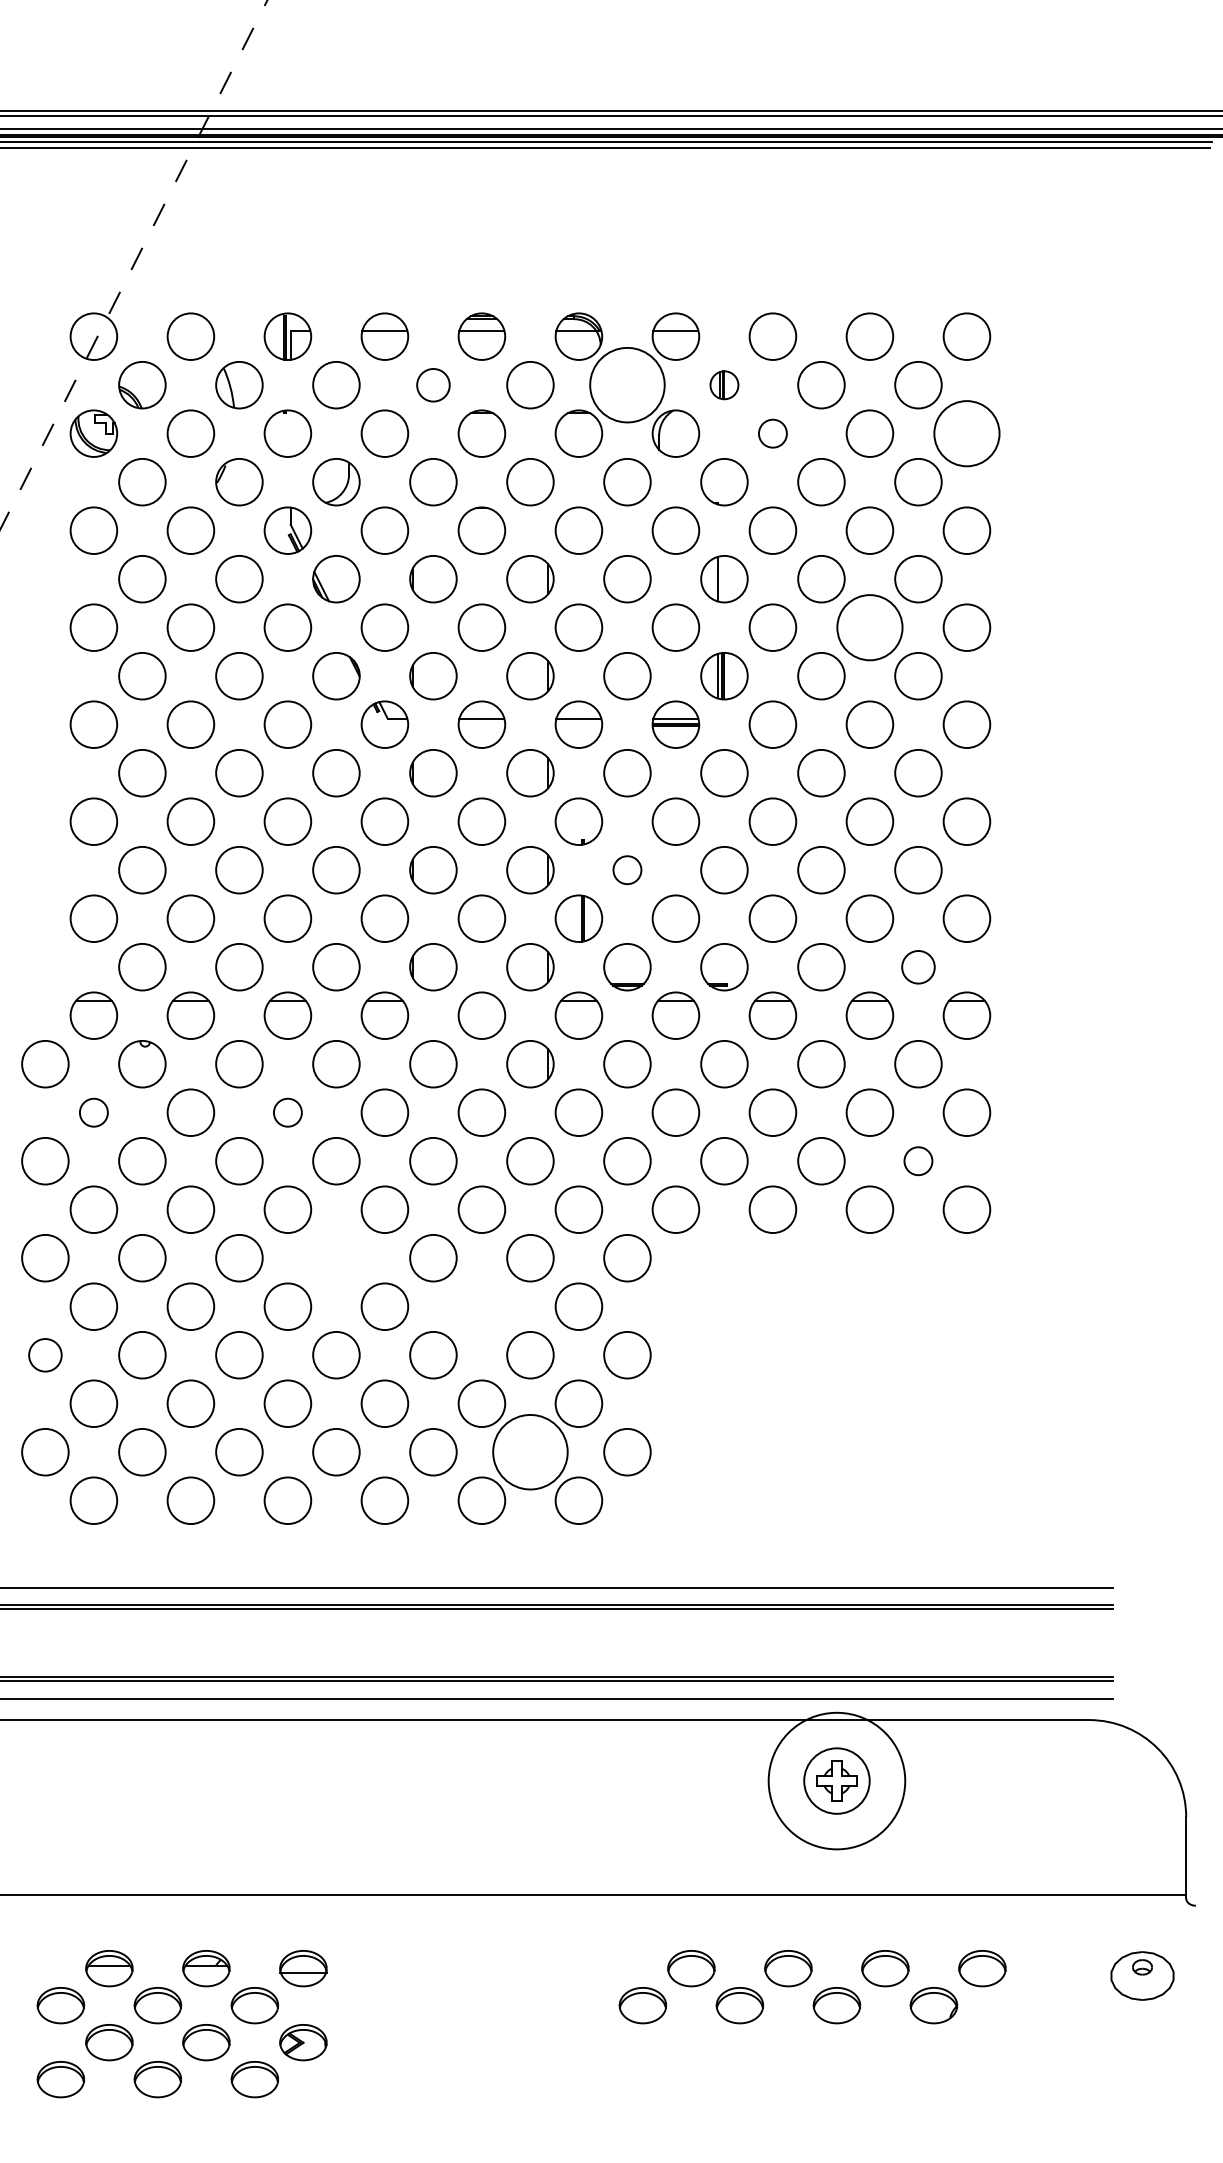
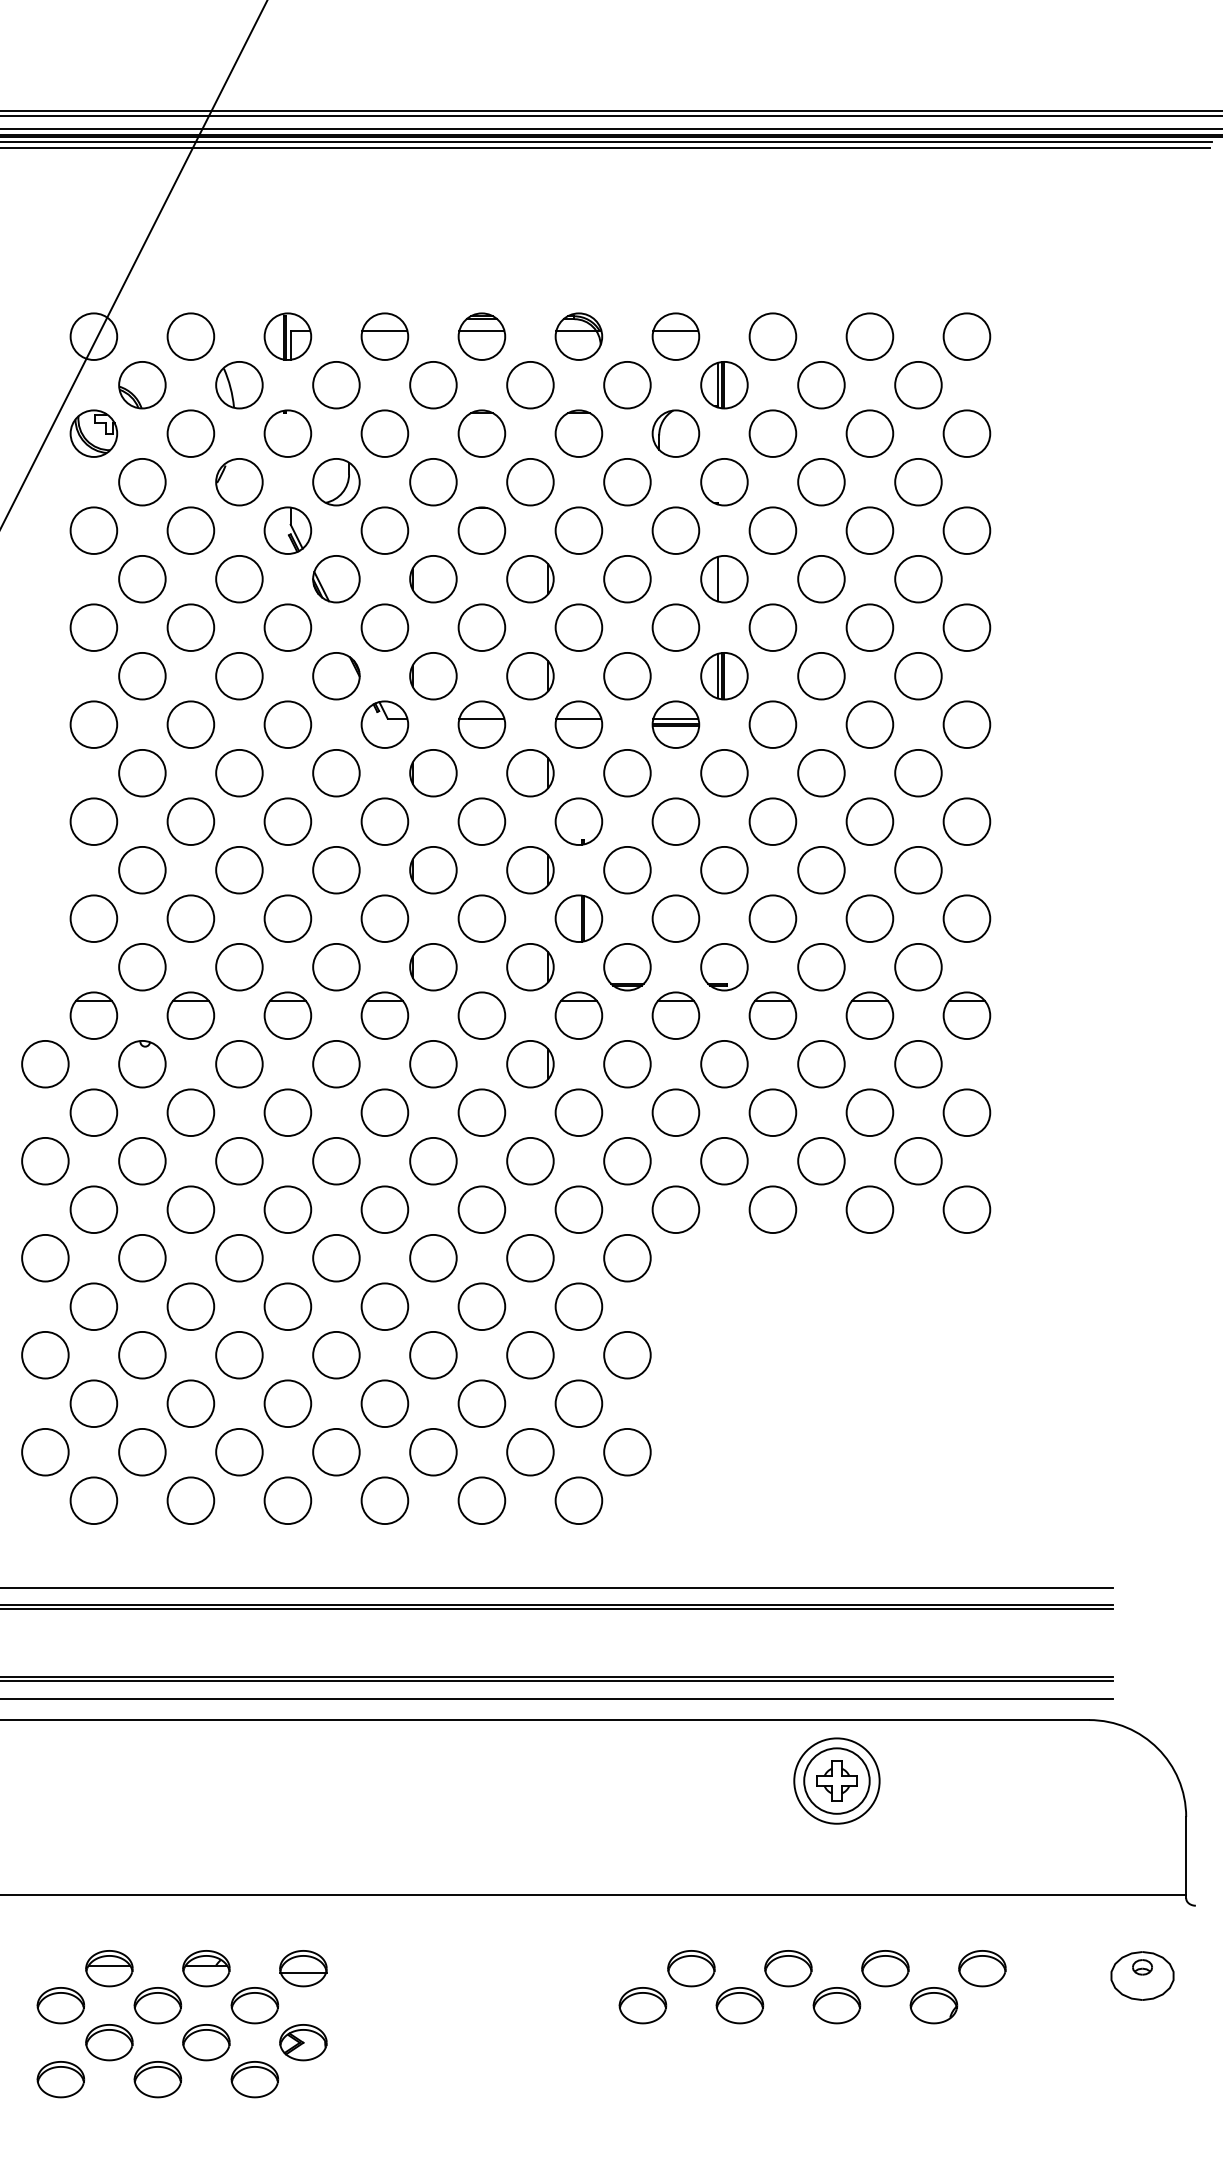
line at (133, 265): dashed -> solid
circle at (627, 384) diameter: 75 px -> 47 px
circle at (433, 385) size: 35x35 px -> 49x49 px
part at (724, 385) size: 31x31 px -> 49x49 px
circle at (772, 433) diameter: 28 px -> 47 px
circle at (966, 433) diameter: 65 px -> 47 px
circle at (869, 627) diameter: 65 px -> 47 px
circle at (627, 870) diameter: 28 px -> 47 px
circle at (918, 967) size: 35x35 px -> 49x49 px
circle at (93, 1112) diameter: 28 px -> 47 px
circle at (287, 1112) diameter: 28 px -> 47 px
circle at (918, 1161) diameter: 28 px -> 47 px
circle at (336, 1258): none -> present
circle at (481, 1306): none -> present
circle at (45, 1355) size: 35x35 px -> 49x49 px
circle at (530, 1451) diameter: 75 px -> 47 px
circle at (836, 1780) diameter: 137 px -> 85 px
